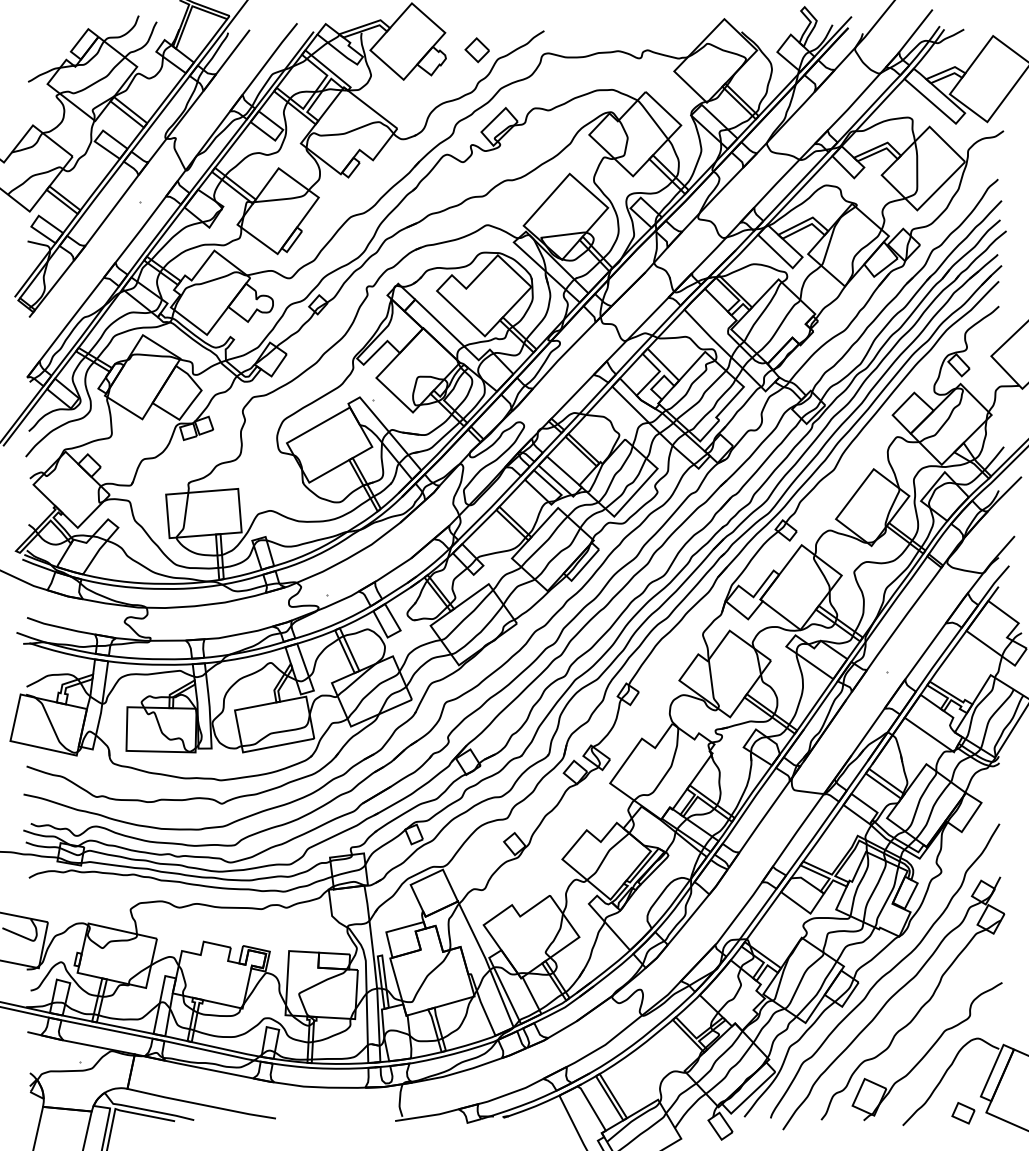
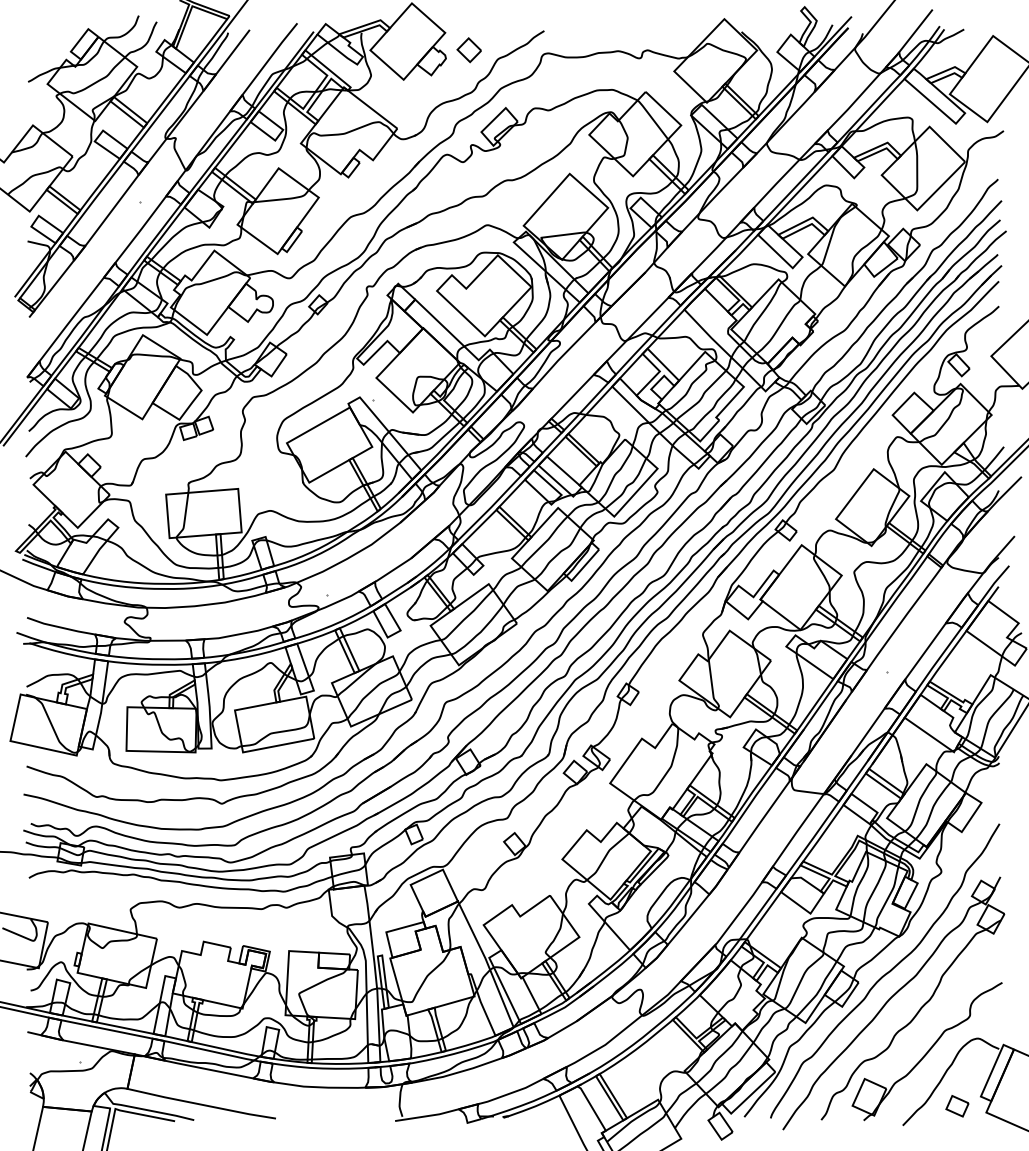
part at (476, 50) position: (476, 50) -> (468, 50)
part at (963, 1113) position: (963, 1113) -> (957, 1106)
